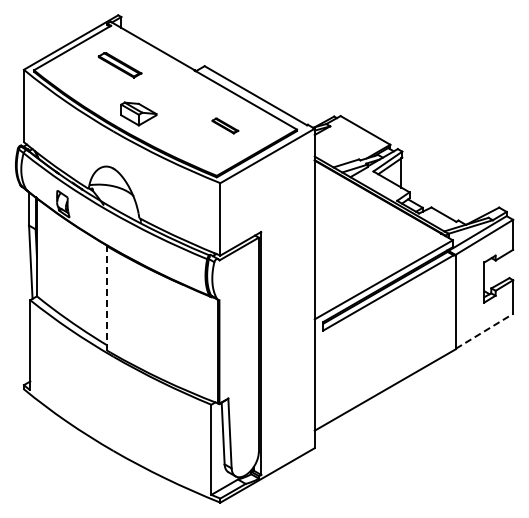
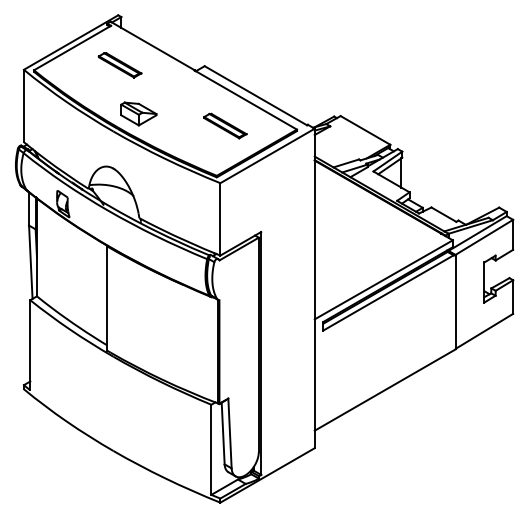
part at (225, 125) size: 29x18 px -> 45x28 px
line at (107, 298): dashed -> solid
line at (484, 331): dashed -> solid
